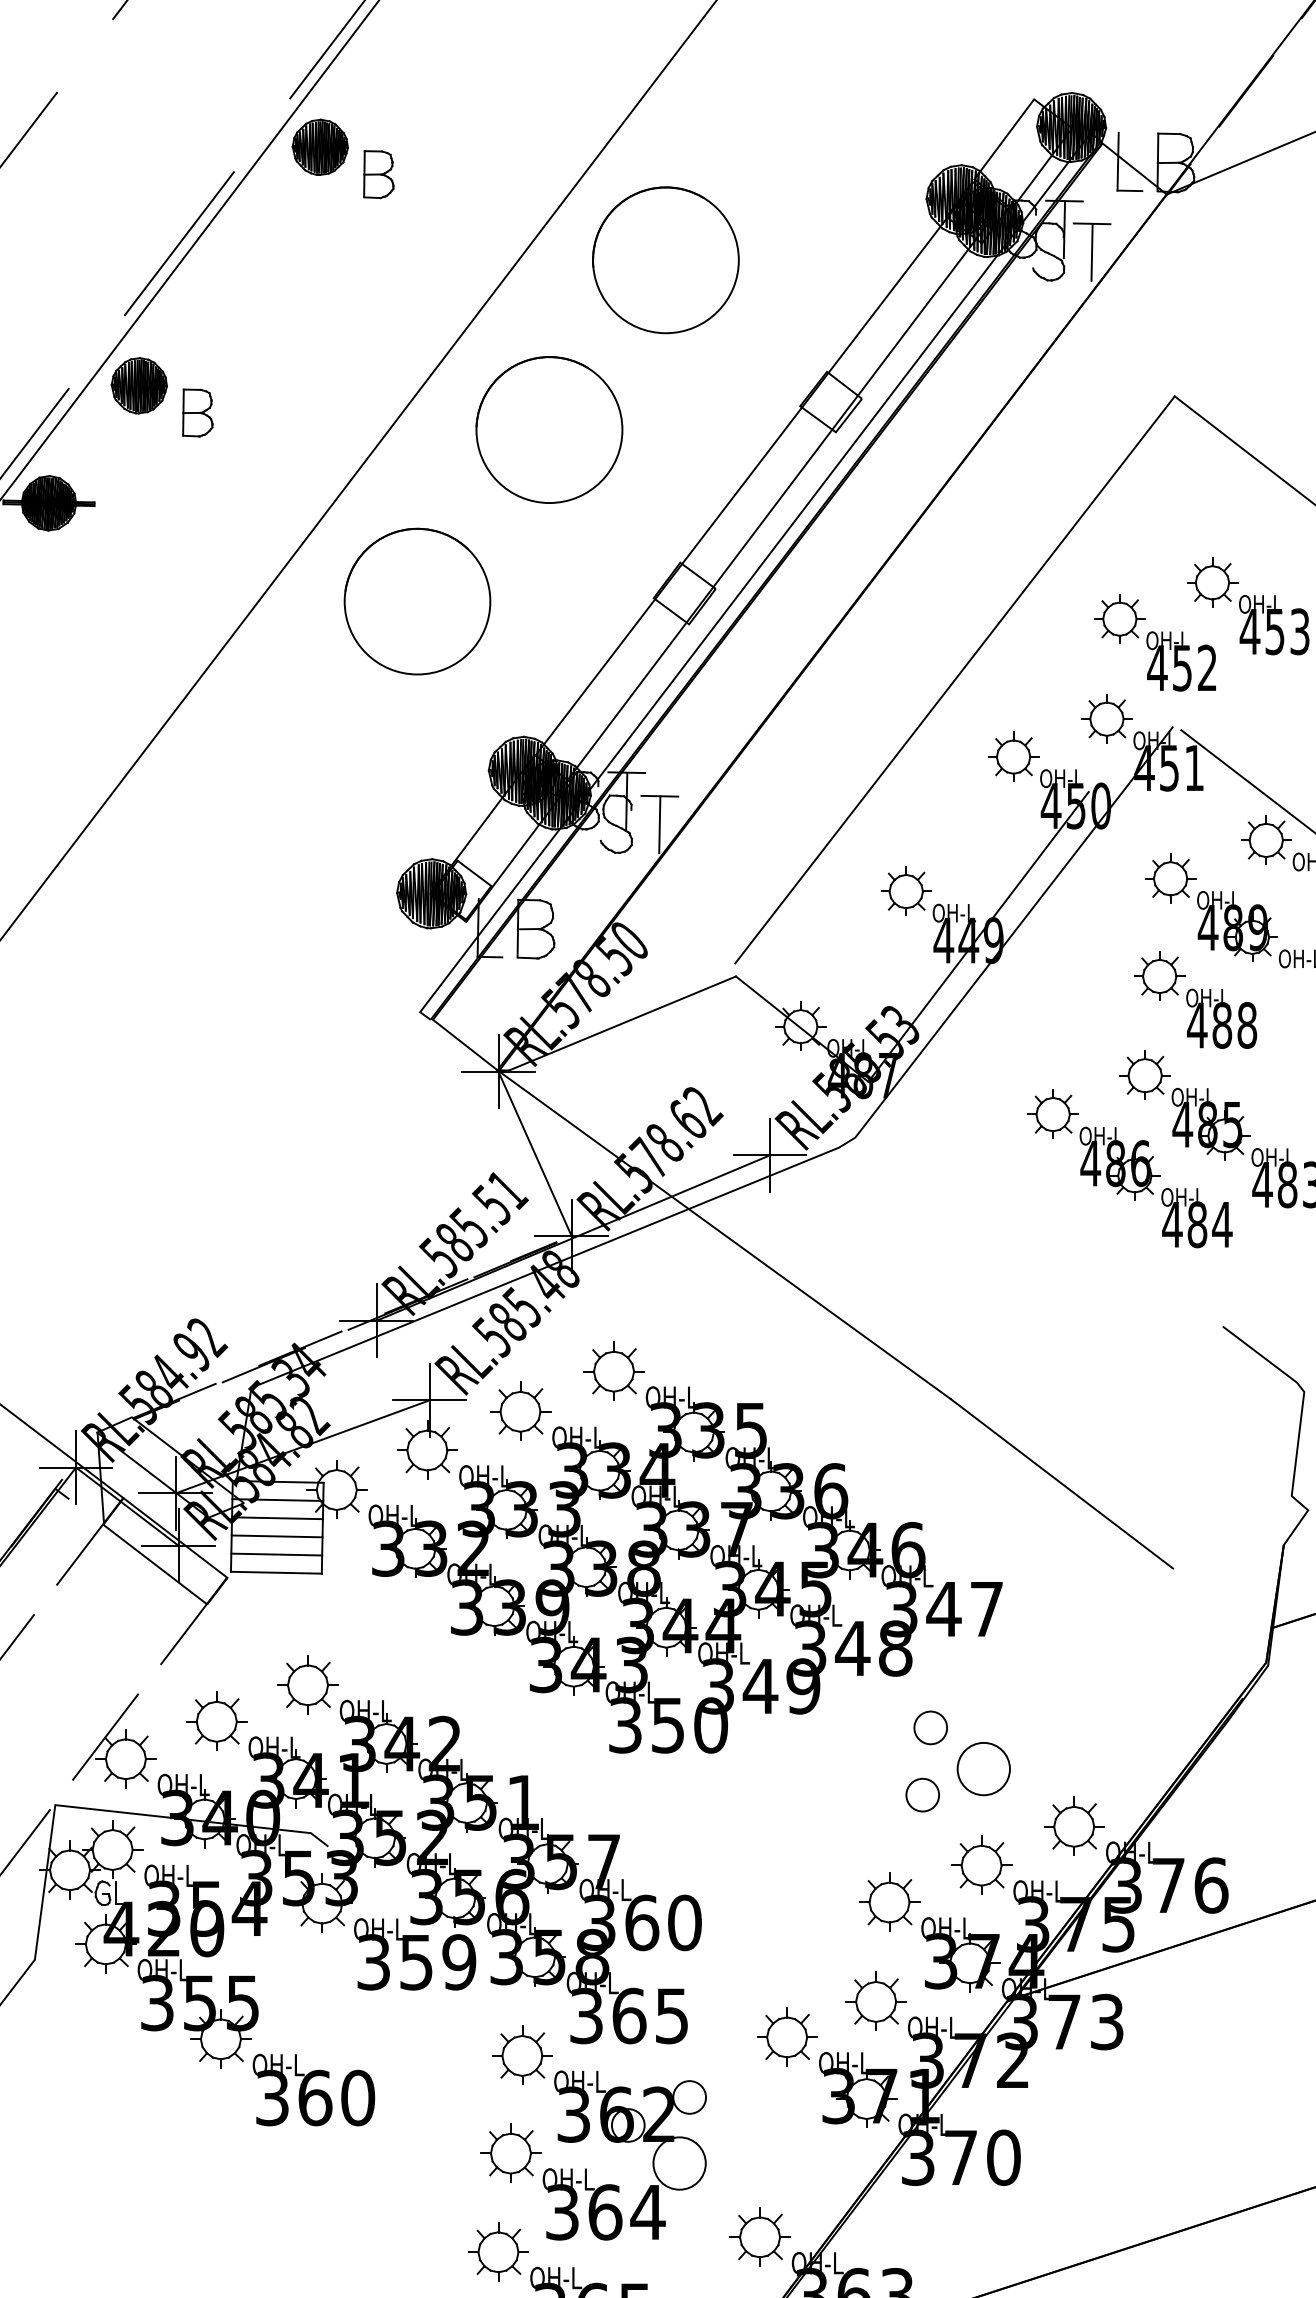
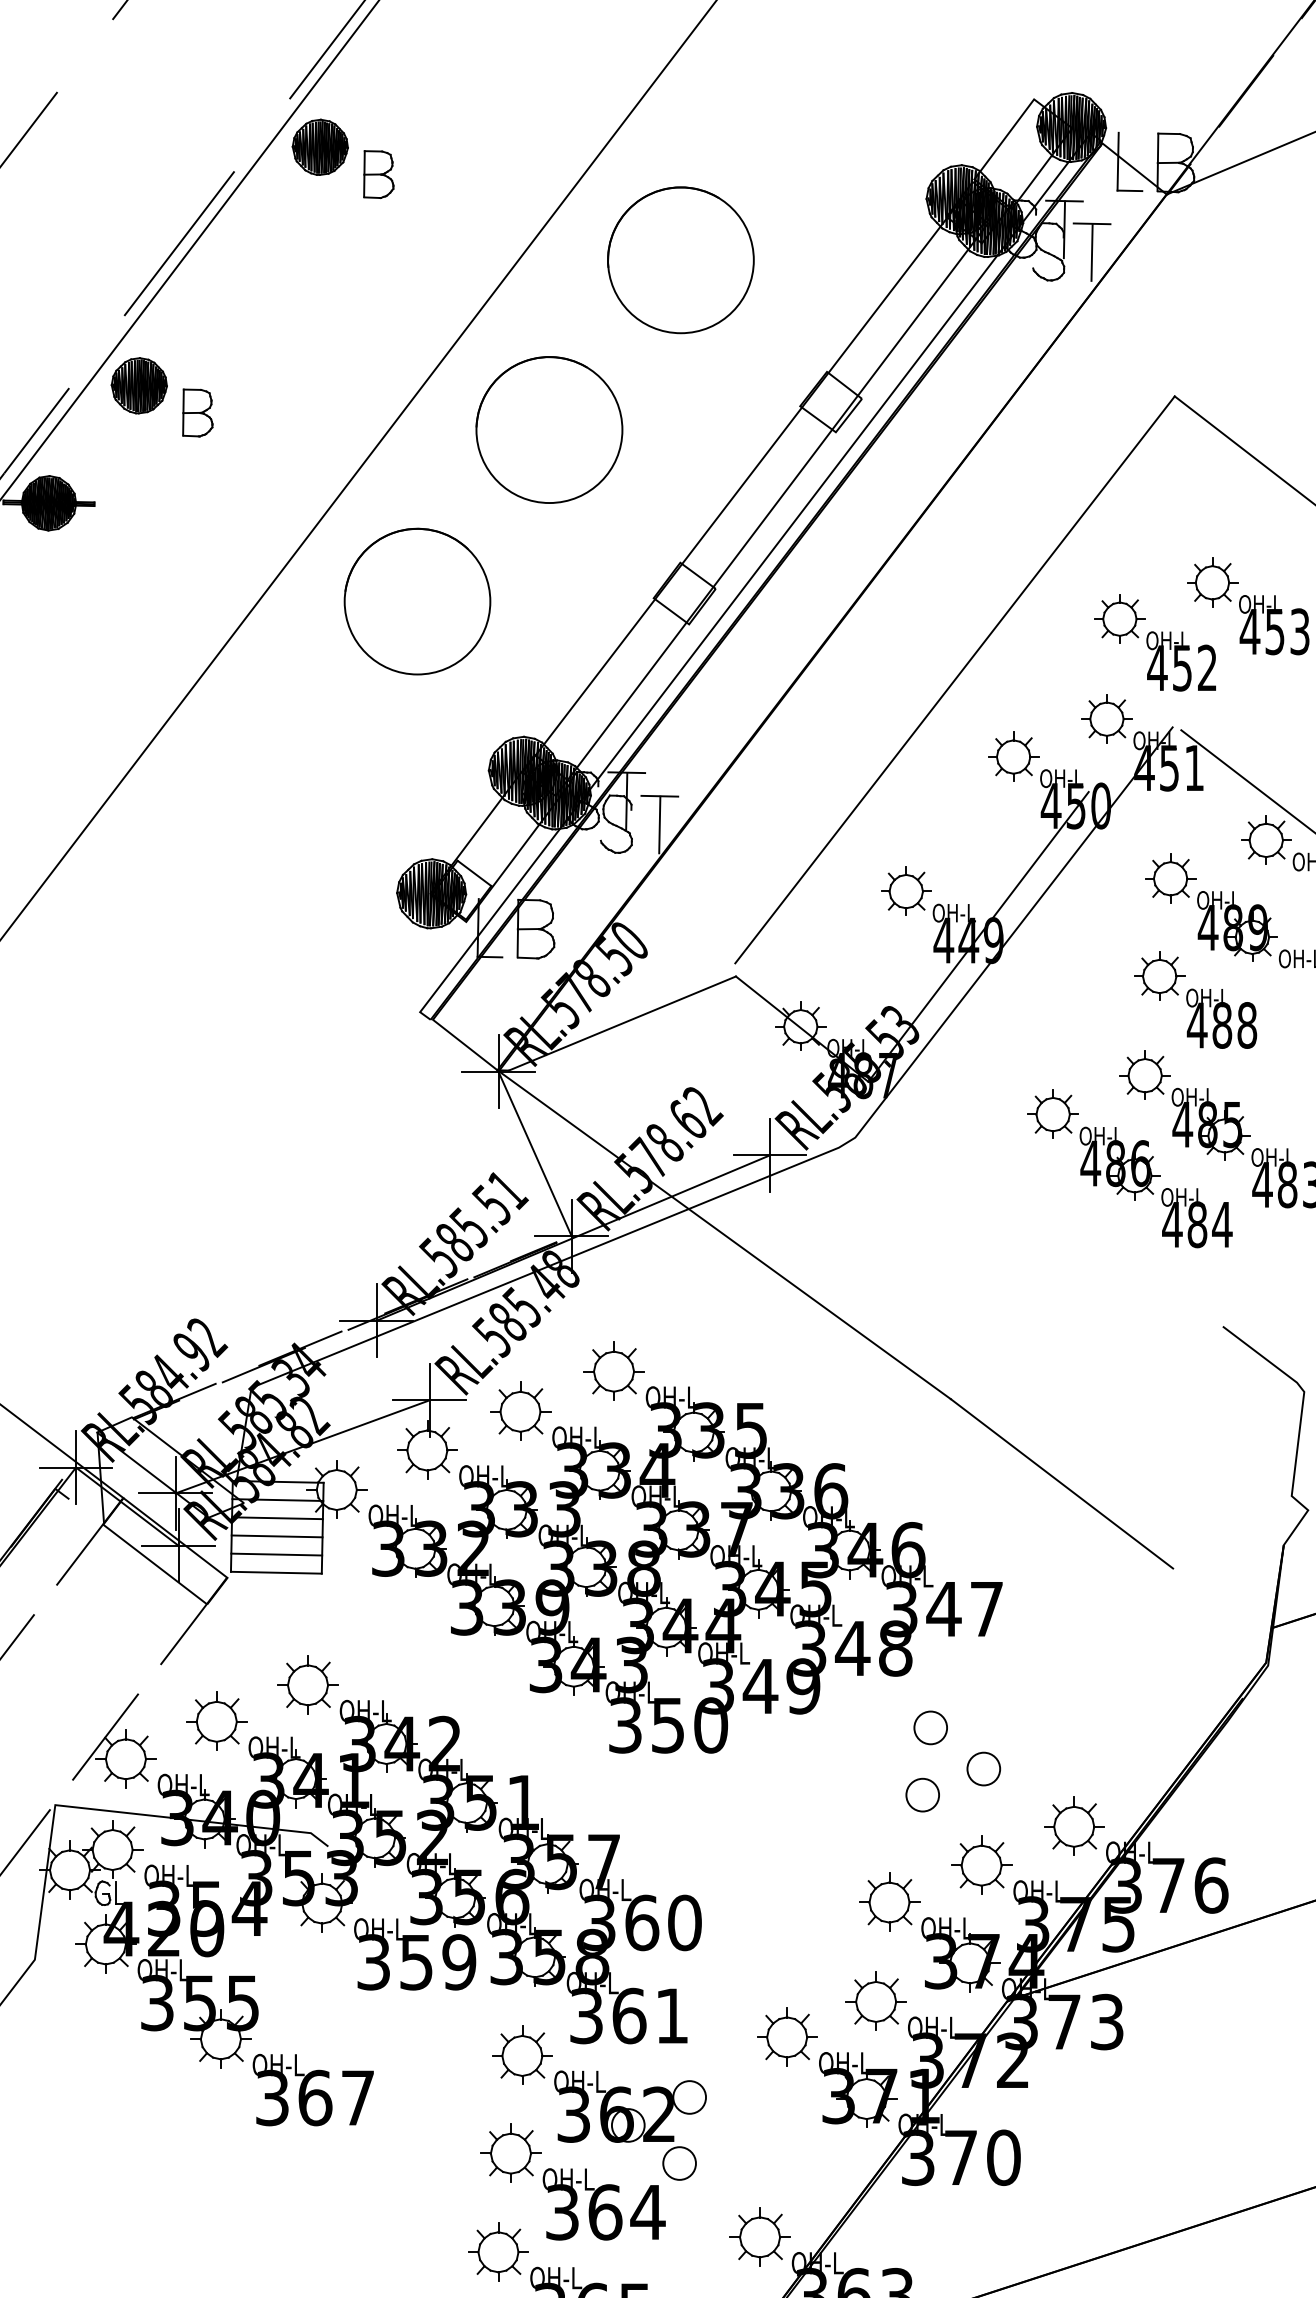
part at (665, 260) position: (665, 260) -> (680, 260)
circle at (983, 1768) diameter: 52 px -> 33 px
text at (671, 2016): 365 -> 361
text at (358, 2097): 360 -> 367
circle at (679, 2163) diameter: 52 px -> 33 px
